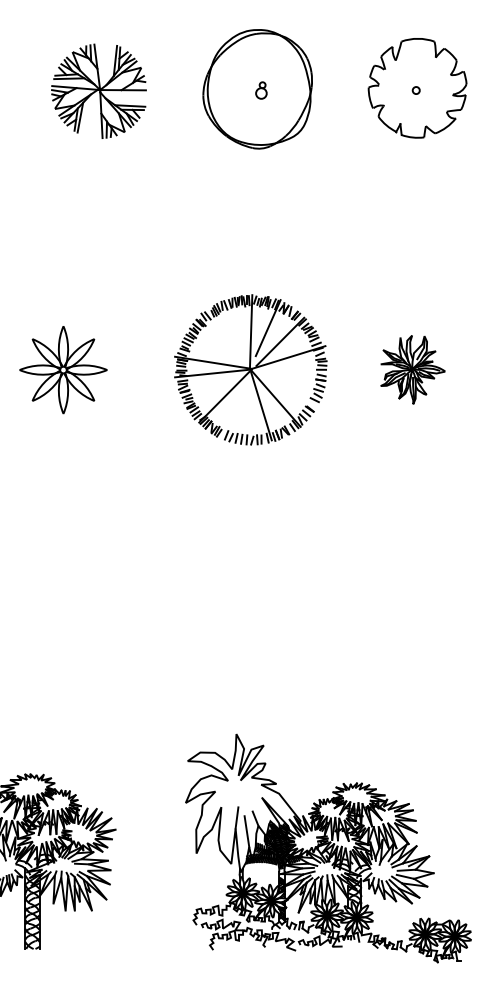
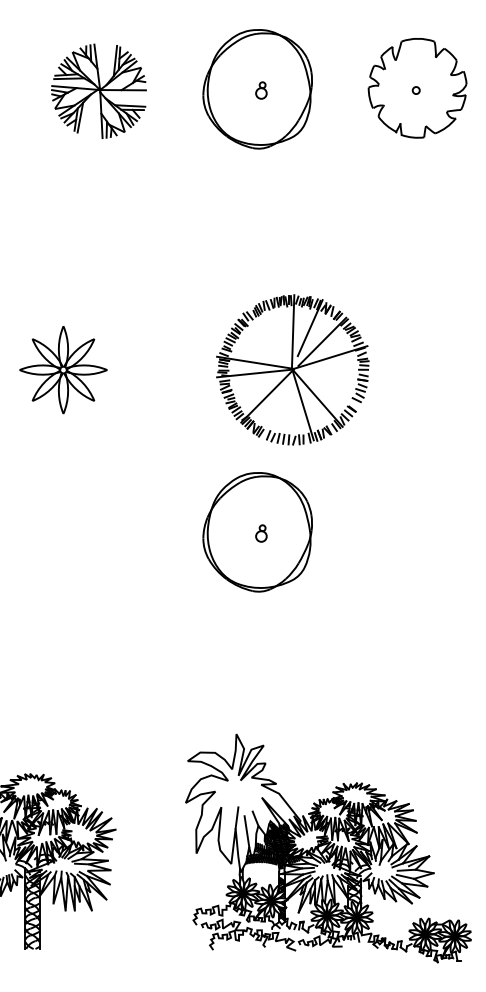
part at (250, 369) position: (250, 369) -> (292, 369)
part at (412, 369): present -> none
part at (257, 532): none -> present
